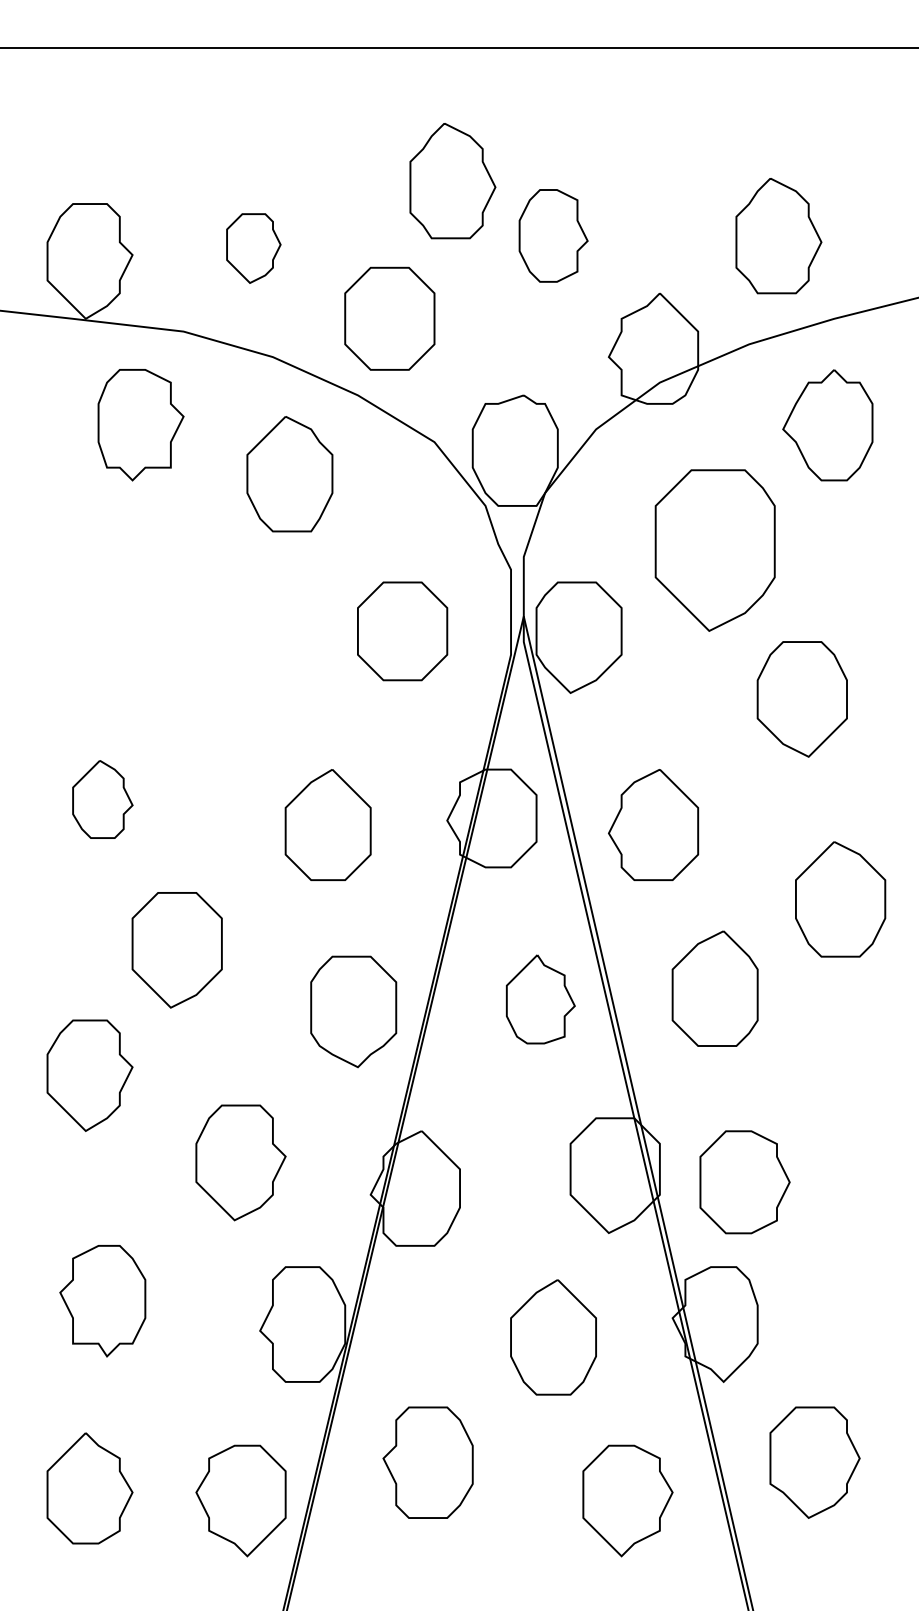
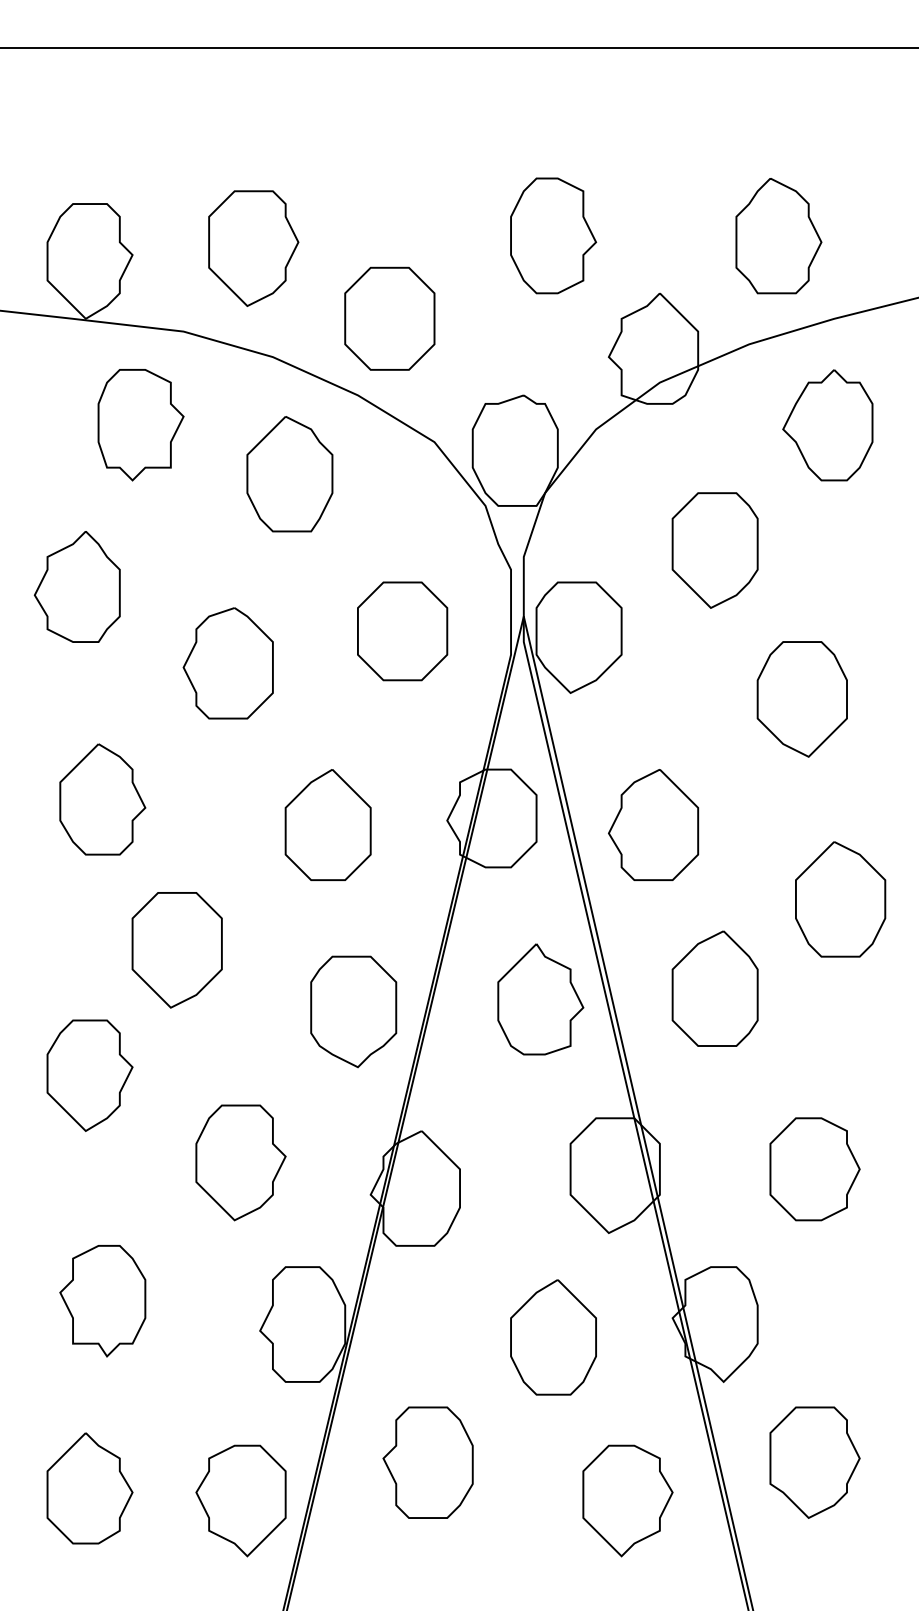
part at (452, 181): present -> none
part at (553, 235) size: 71x94 px -> 88x118 px
part at (253, 248) size: 56x71 px -> 92x117 px
part at (714, 550) size: 122x163 px -> 88x117 px
part at (76, 586): none -> present
part at (227, 663): none -> present
part at (102, 799) size: 62x79 px -> 88x113 px
part at (540, 999) size: 70x91 px -> 88x113 px
part at (744, 1182) position: (744, 1182) -> (814, 1169)
